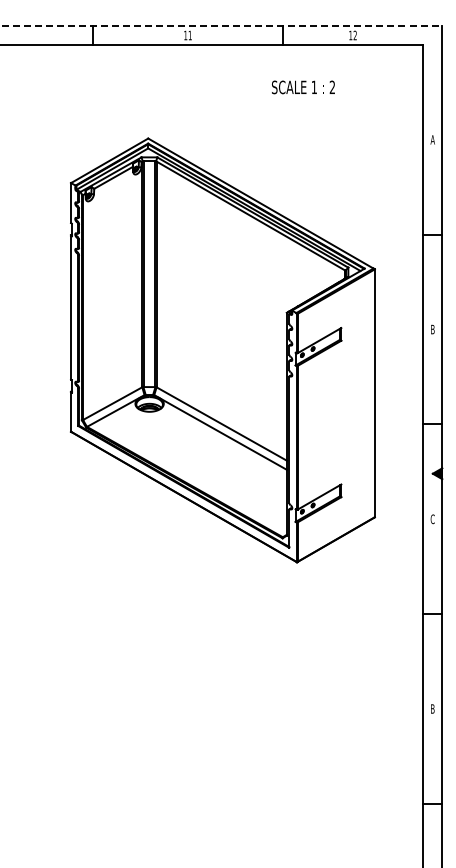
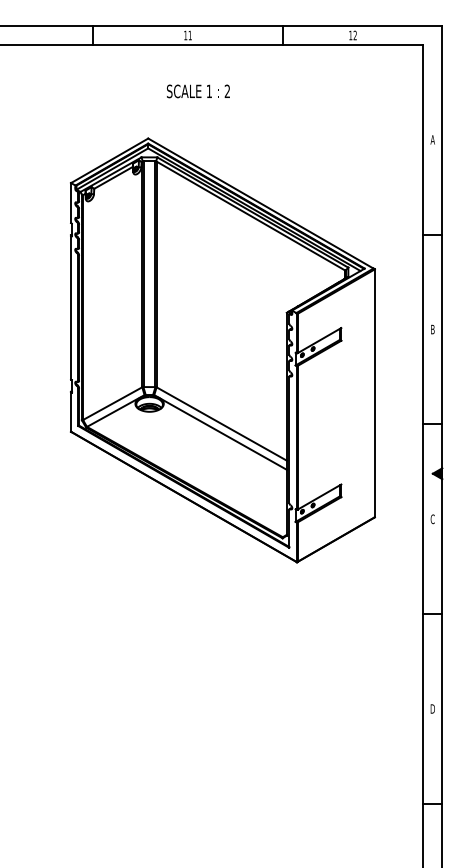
line at (221, 26): dashed -> solid
text at (303, 87) position: (303, 87) -> (198, 91)
text at (432, 708): B -> D
